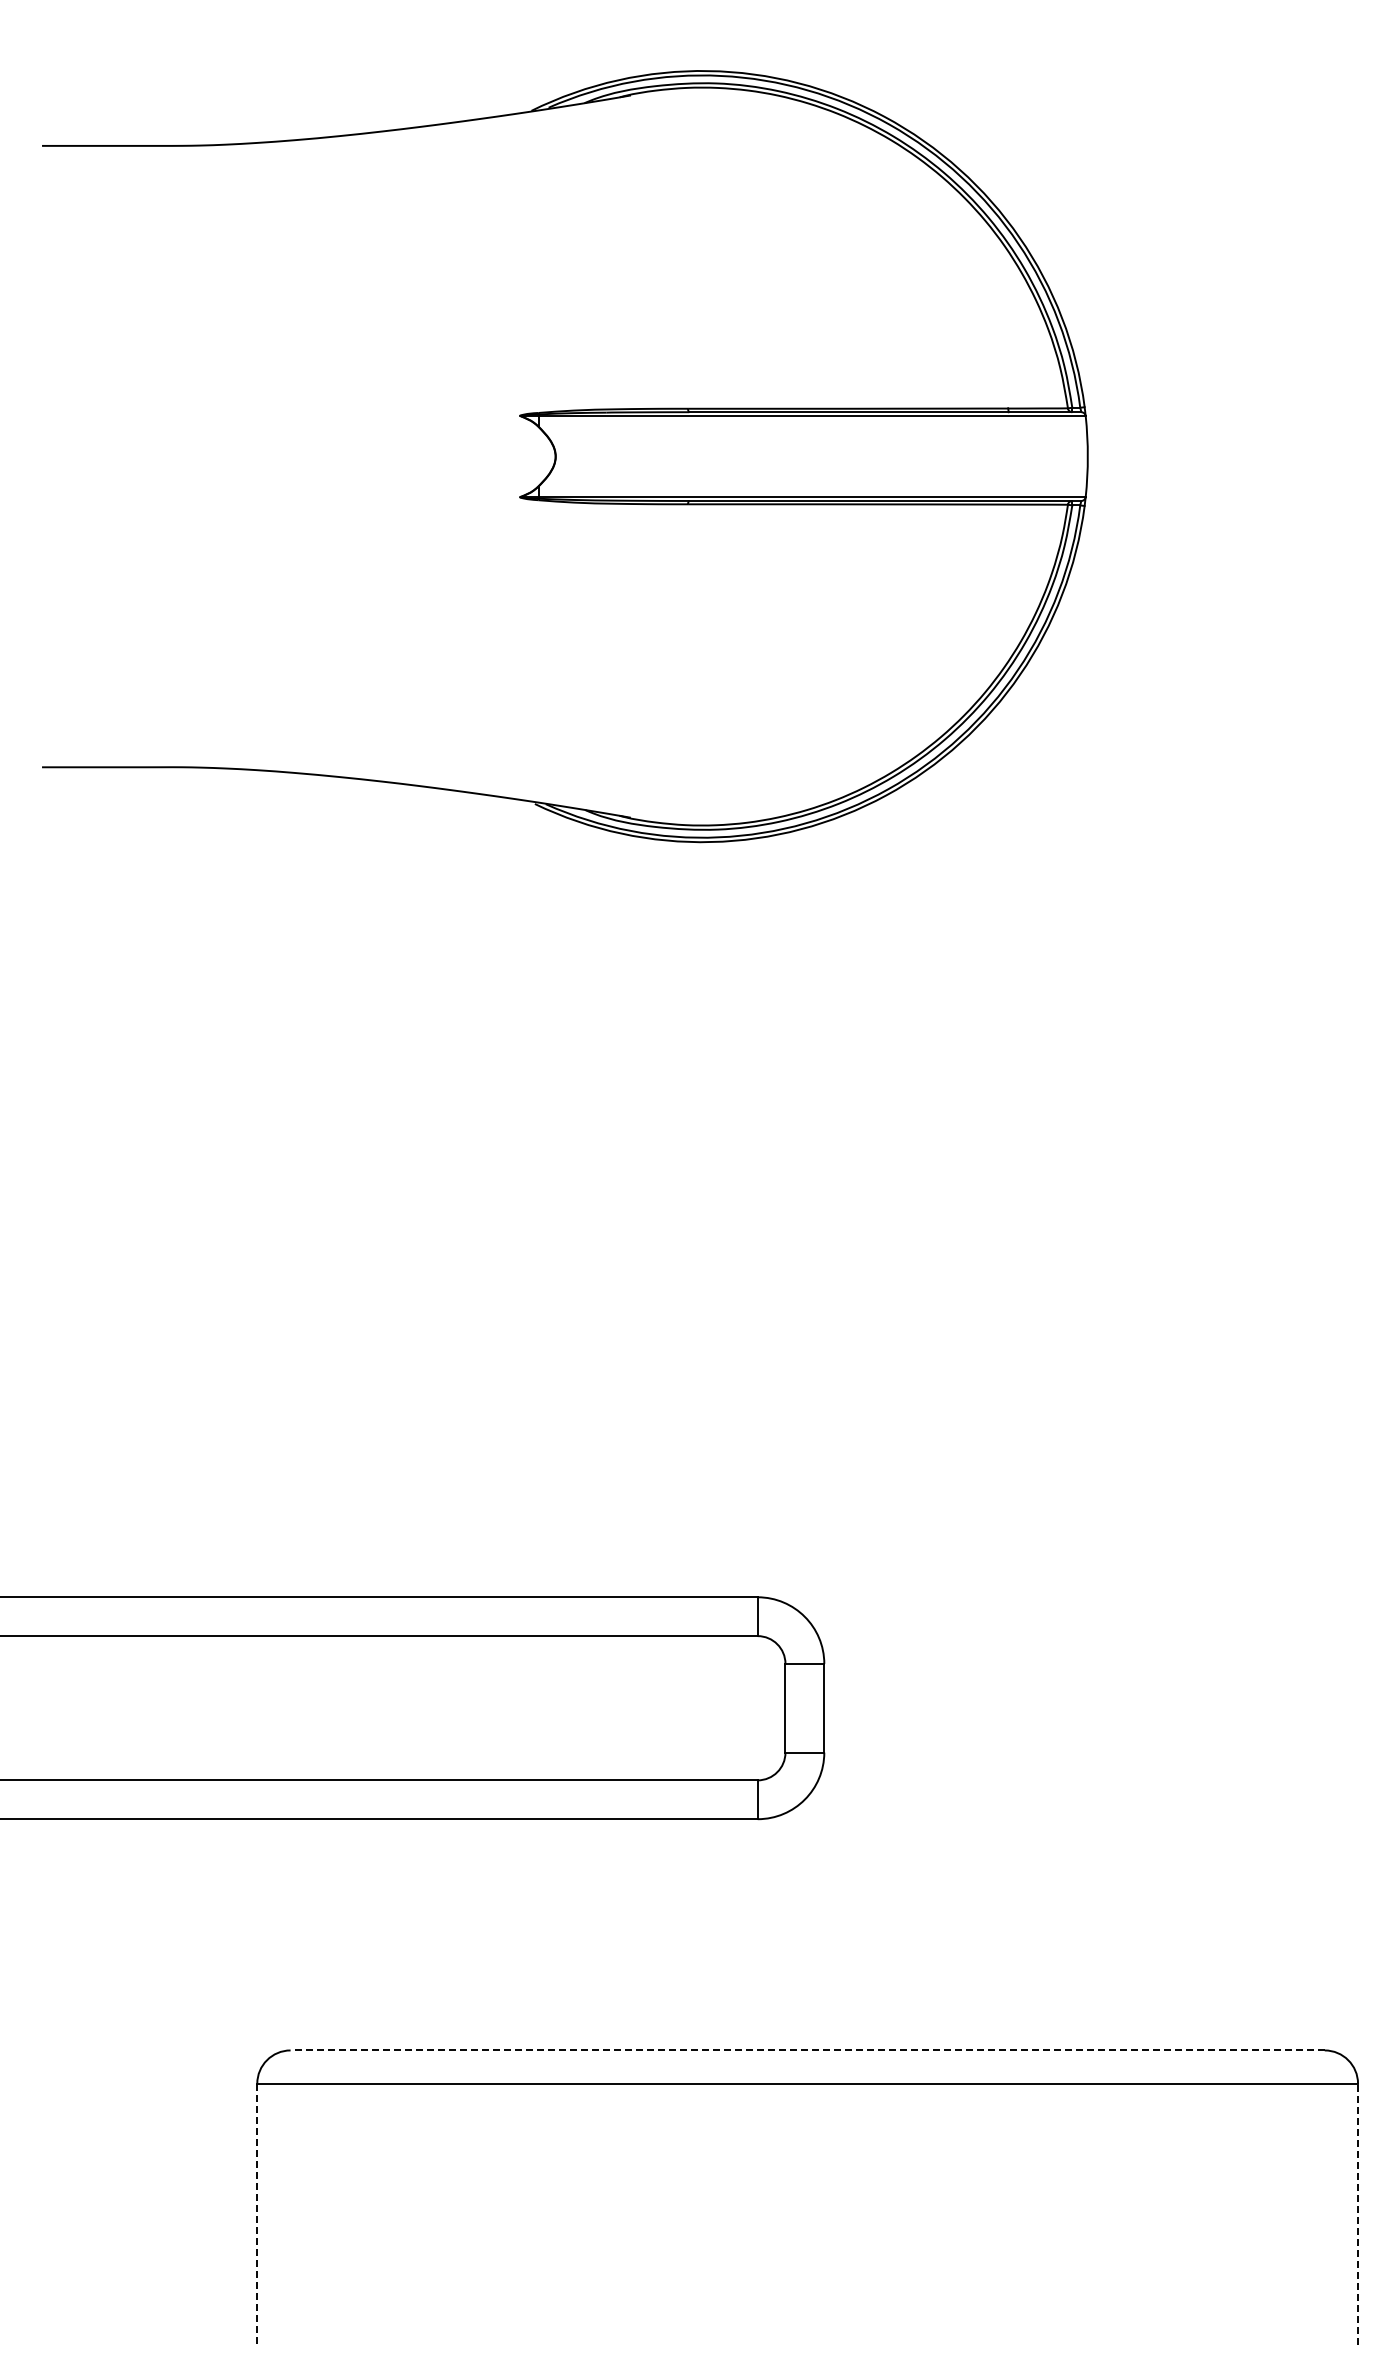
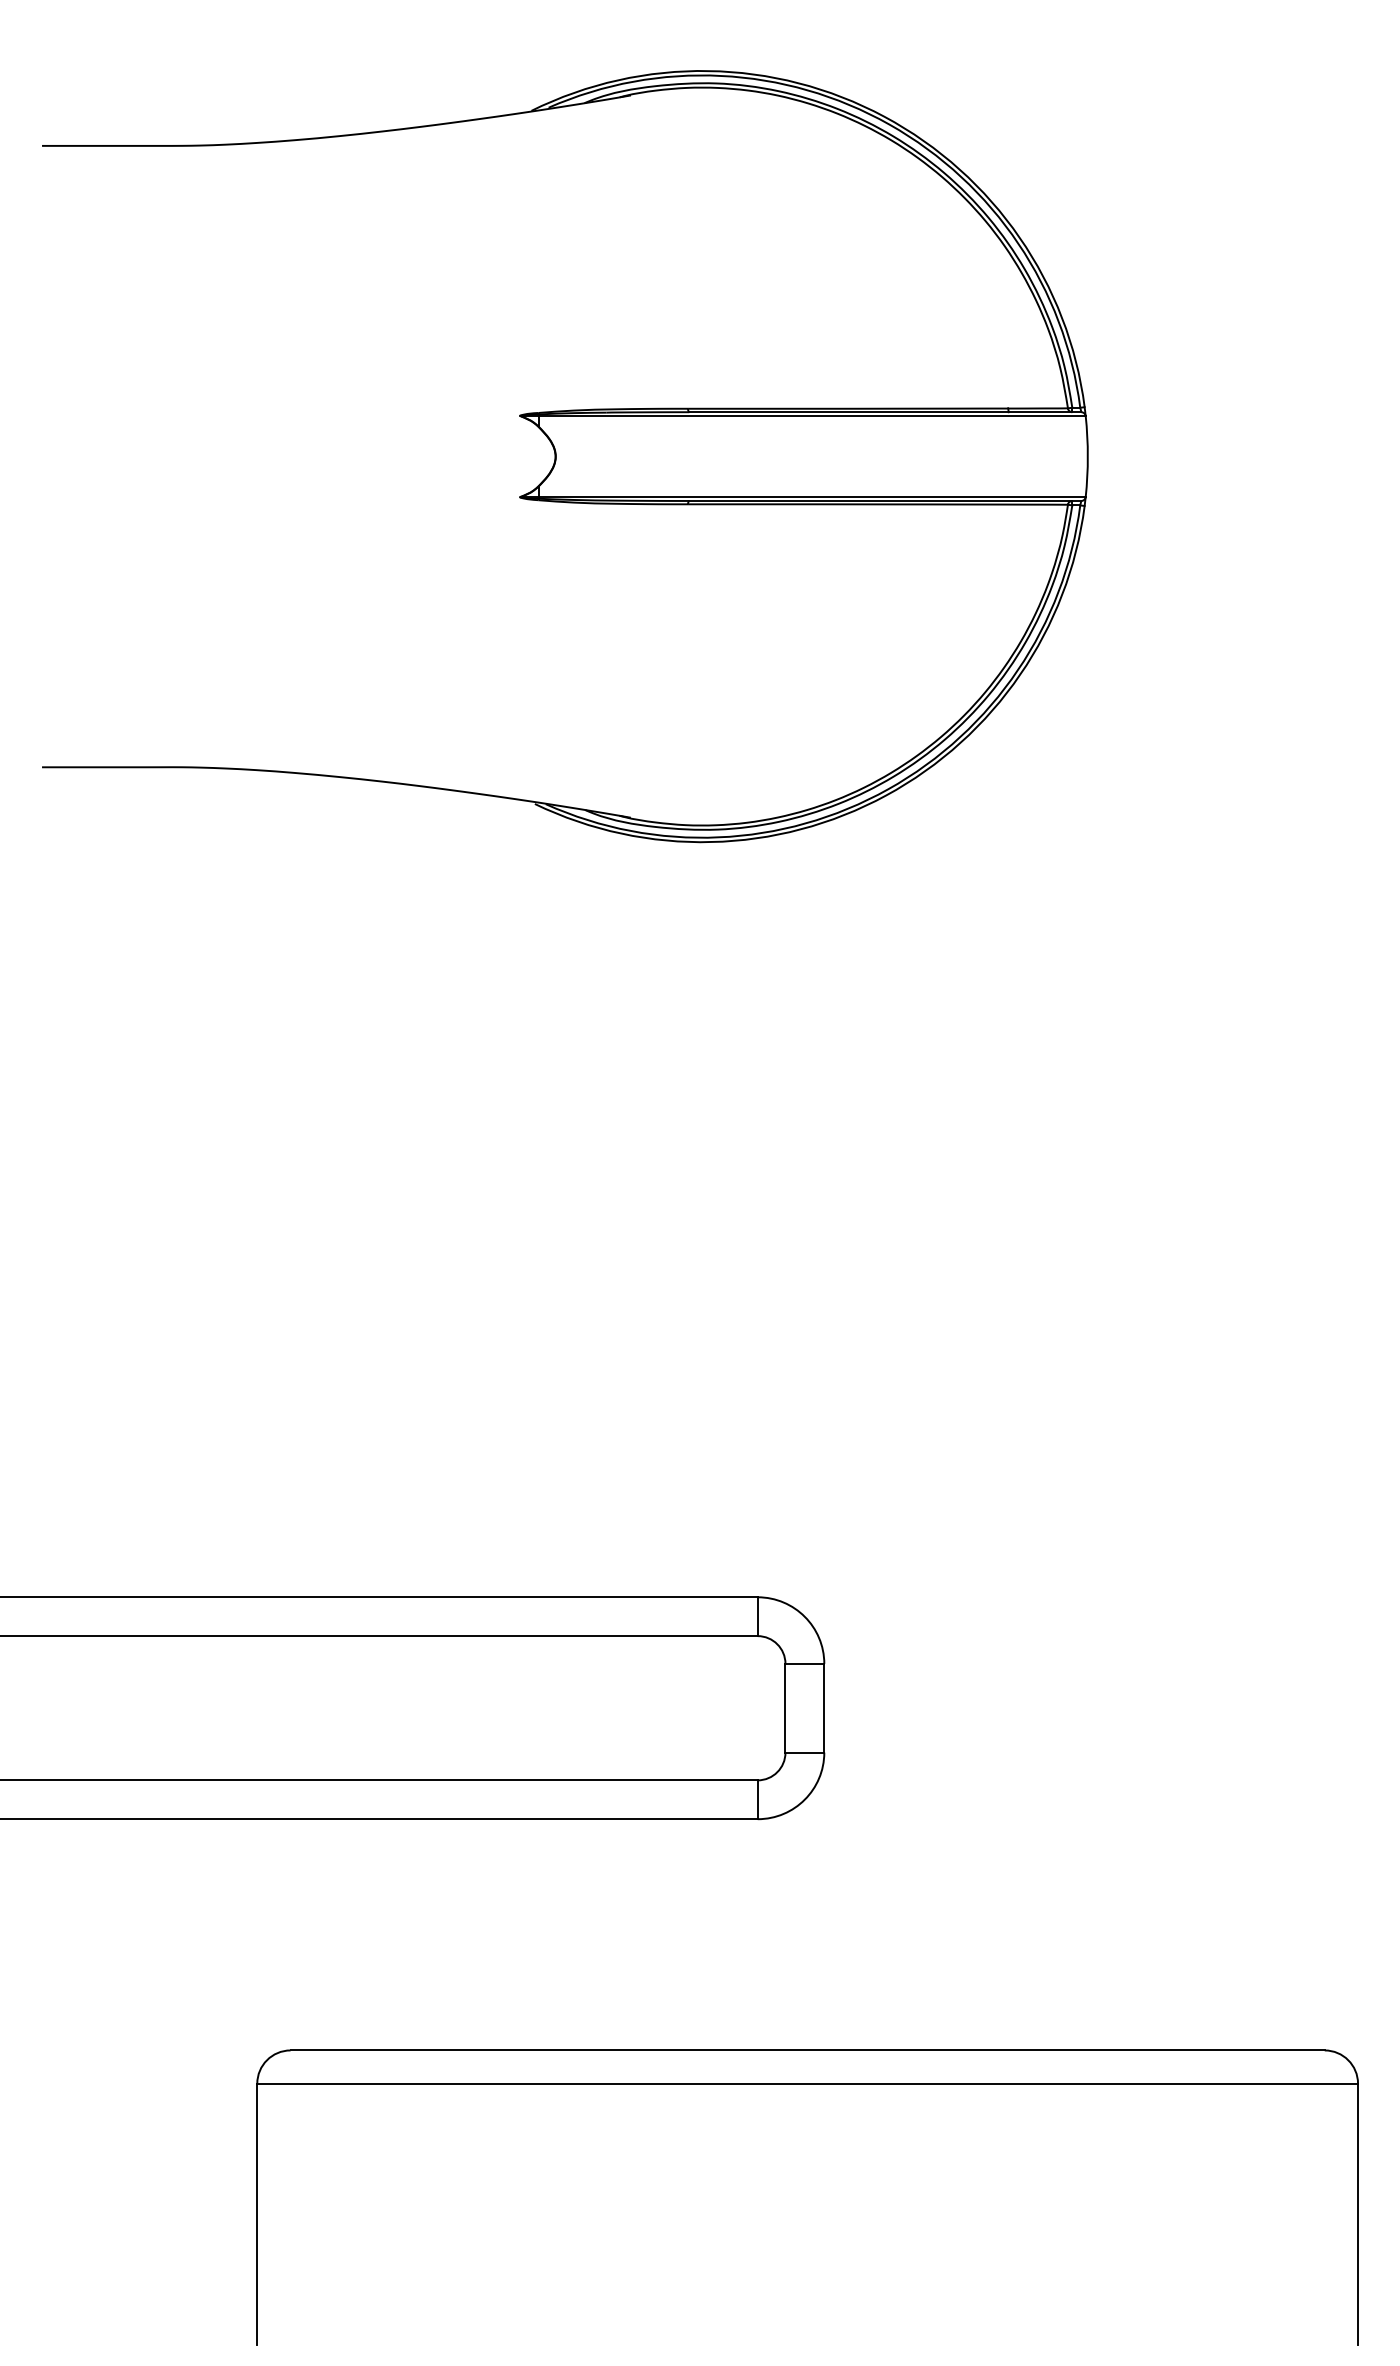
line at (807, 2050): dashed -> solid
line at (257, 2214): dashed -> solid
line at (1358, 2214): dashed -> solid
